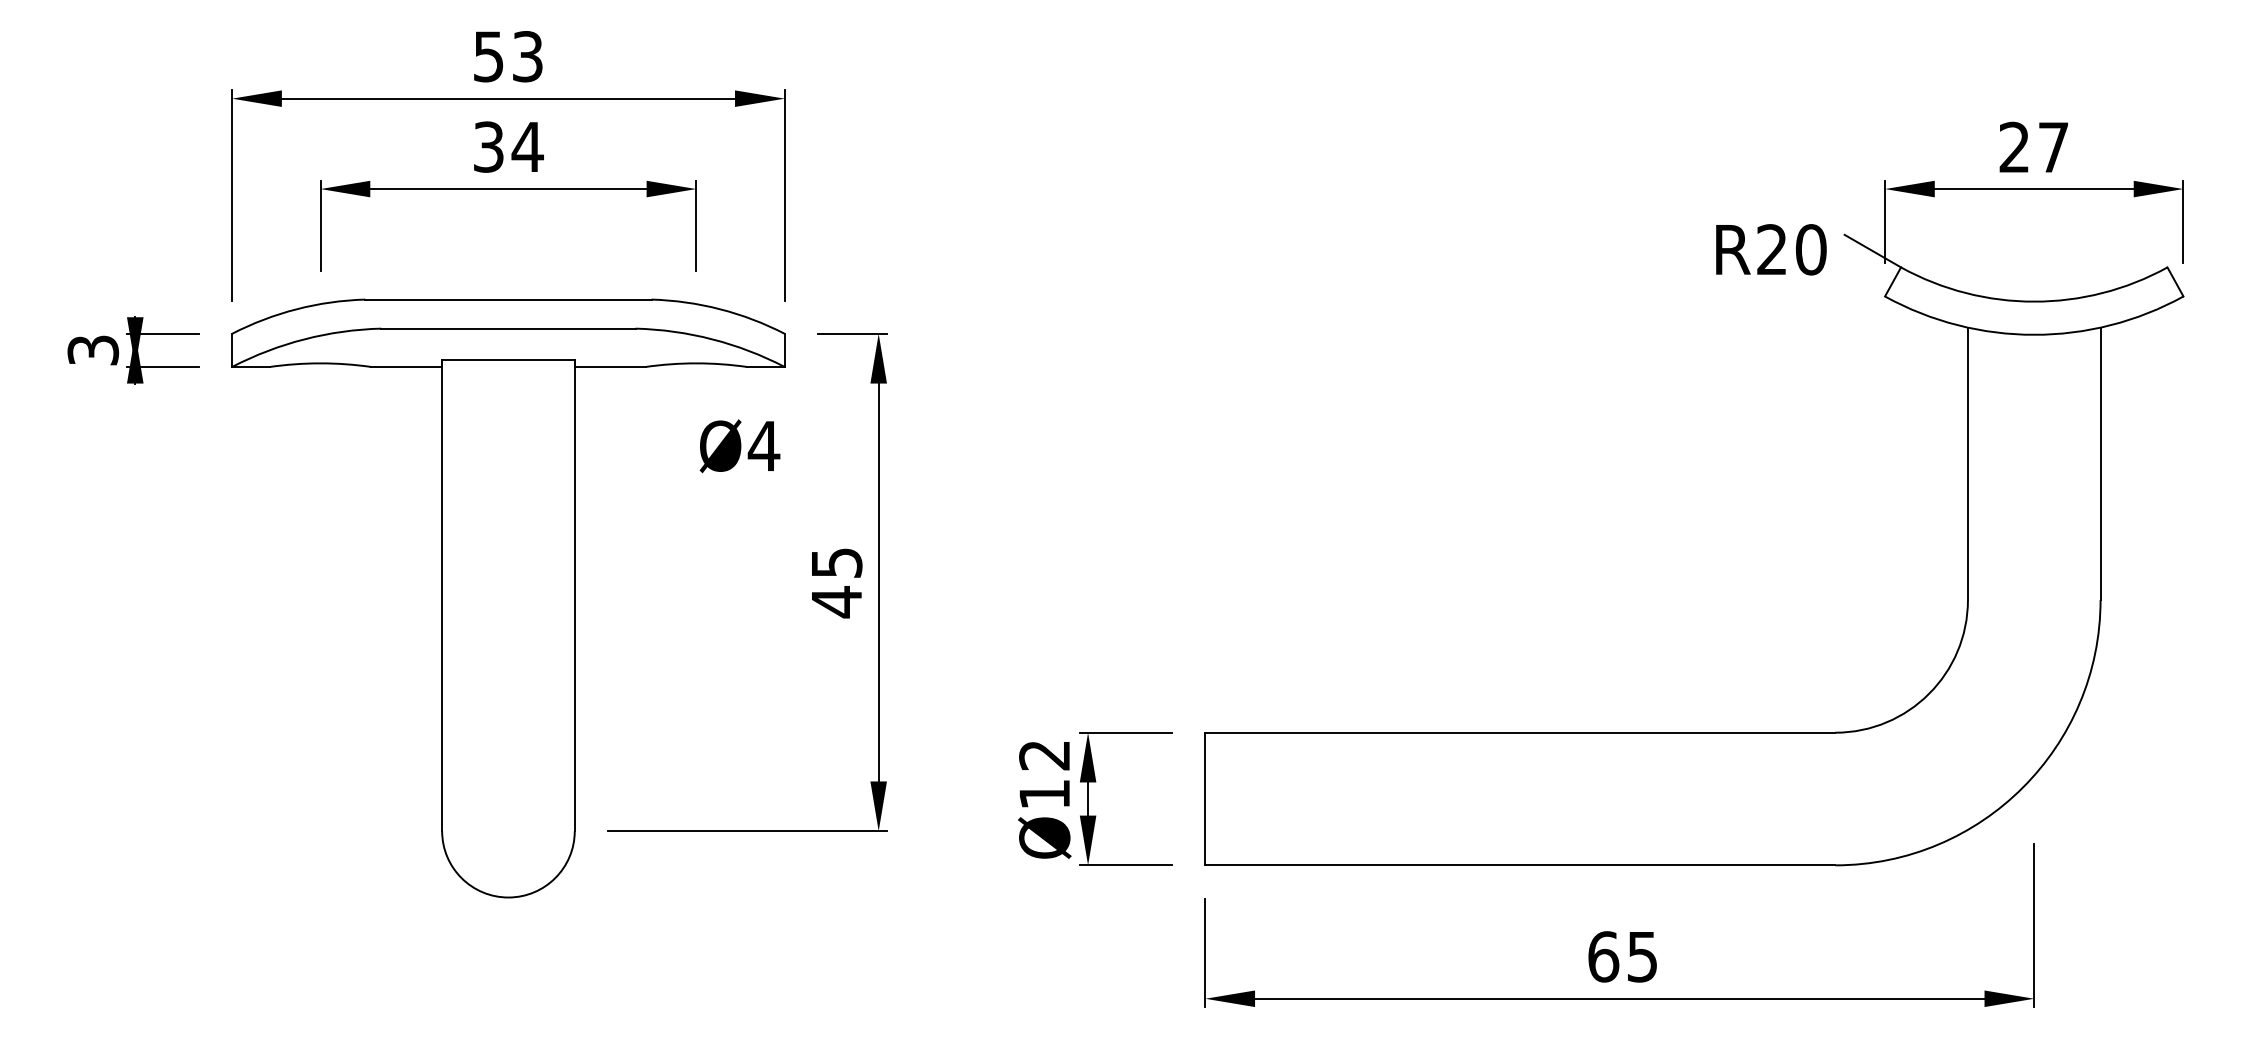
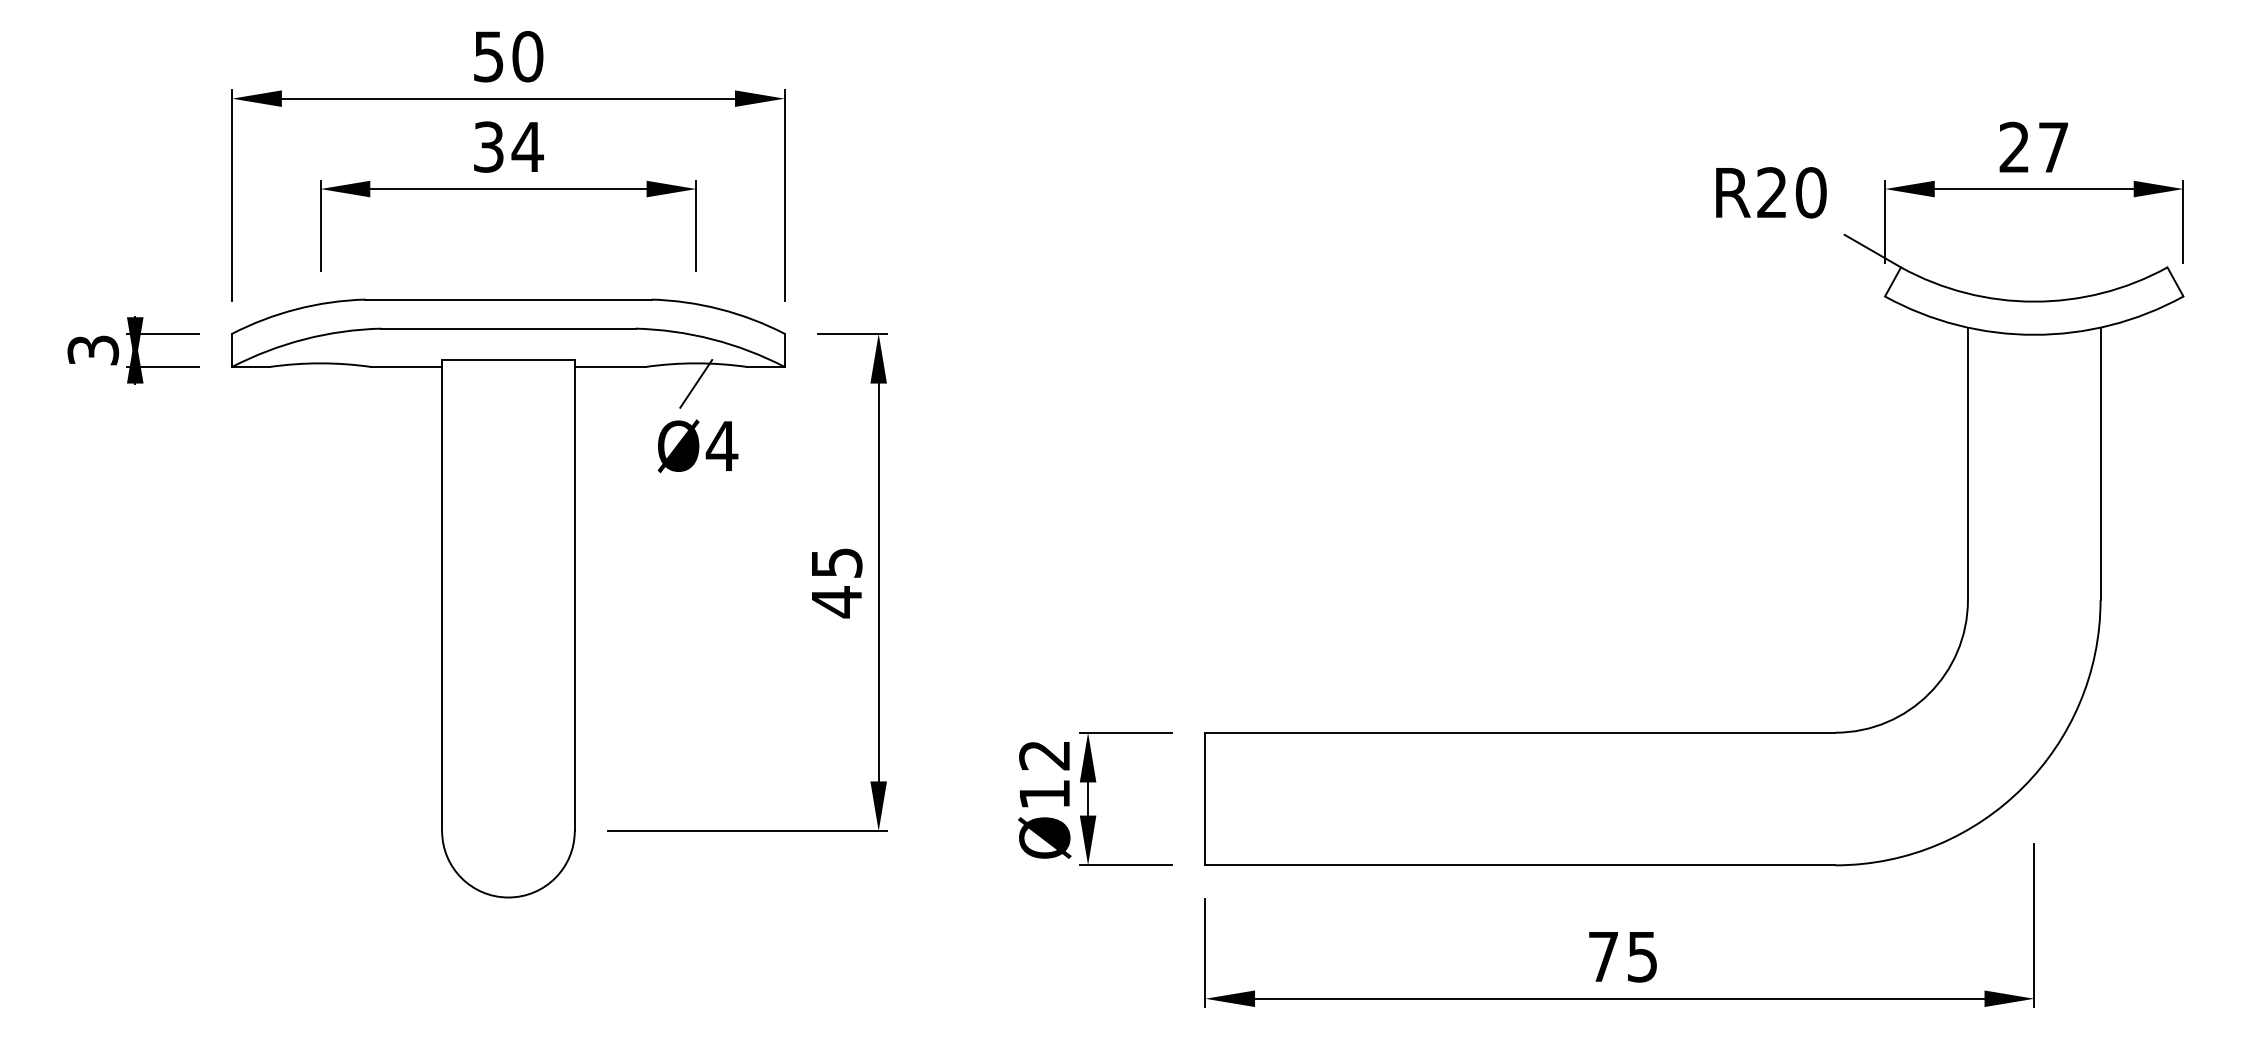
text at (527, 56): 53 -> 50
text at (1771, 249) position: (1771, 249) -> (1771, 192)
line at (696, 383): none -> present
text at (739, 446) position: (739, 446) -> (697, 446)
text at (1603, 956): 65 -> 75
